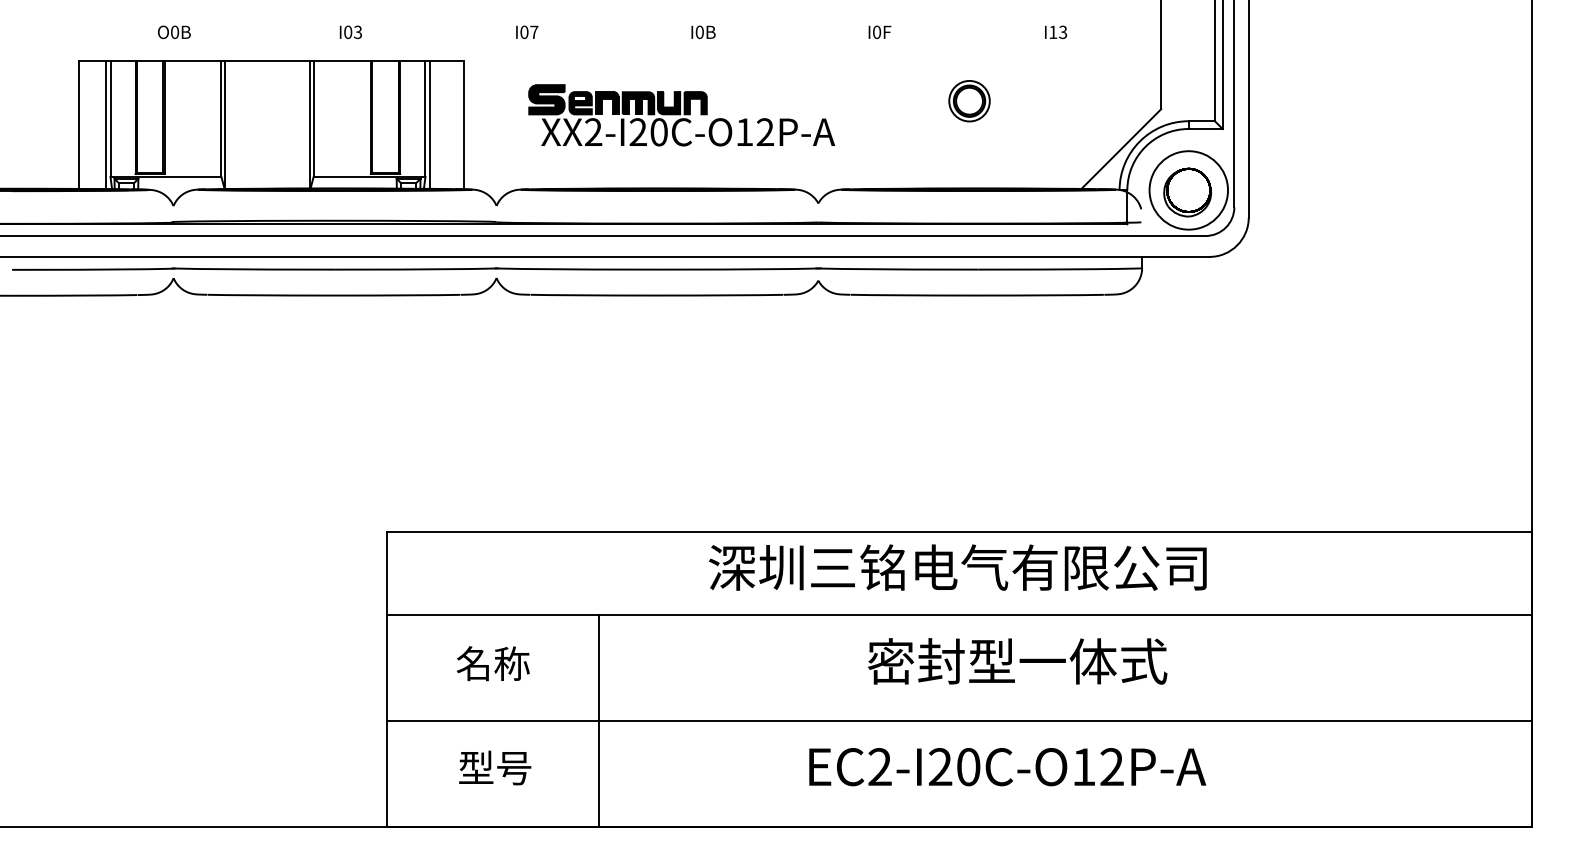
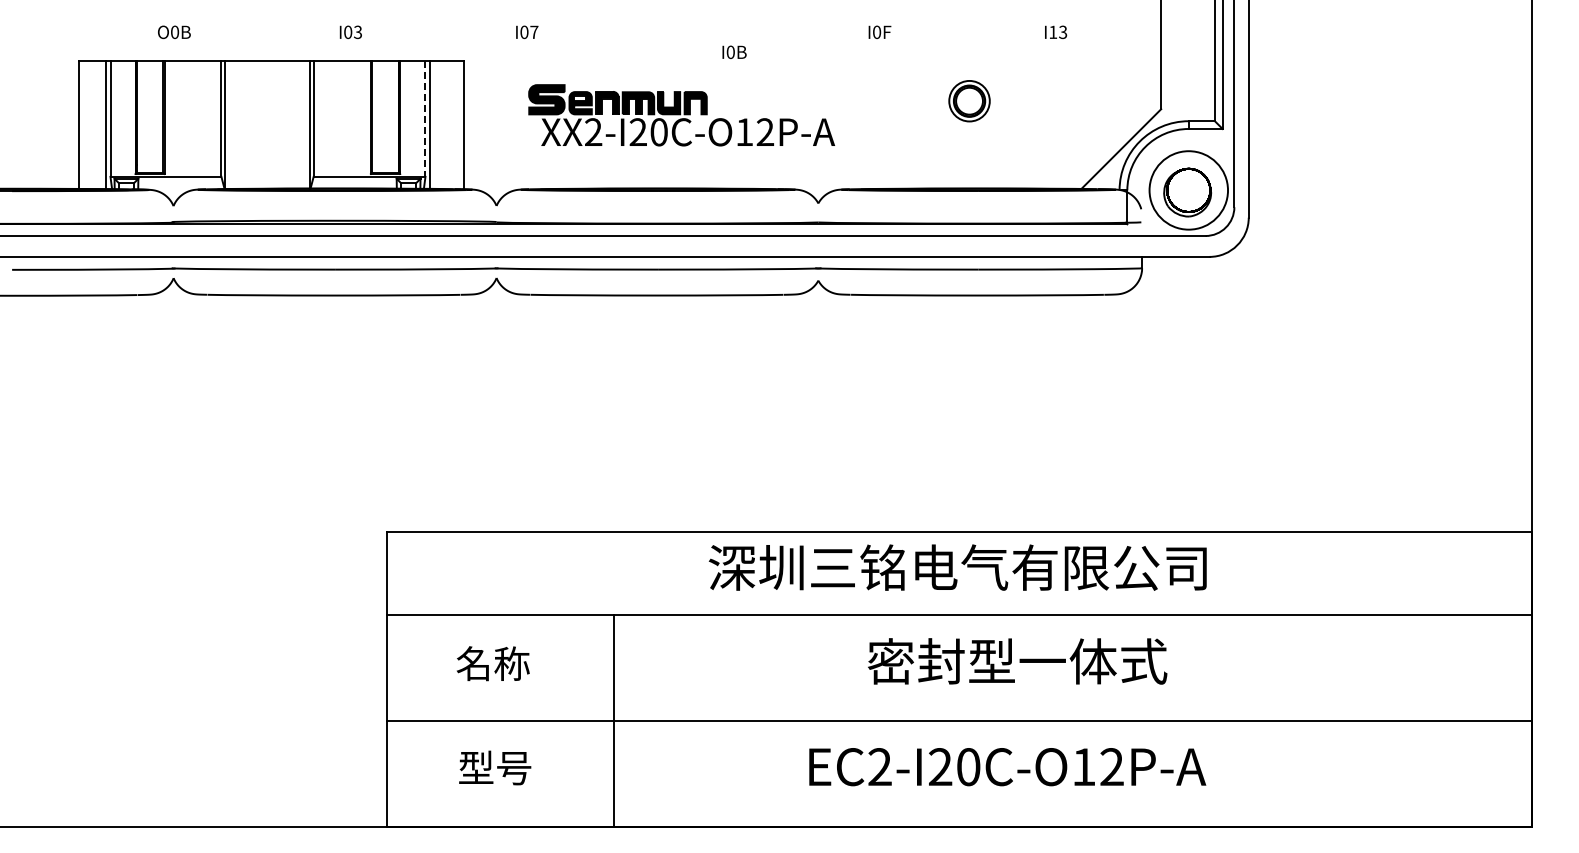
text at (703, 31) position: (703, 31) -> (734, 51)
line at (425, 119): solid -> dashed
line at (598, 720) position: (598, 720) -> (613, 720)
